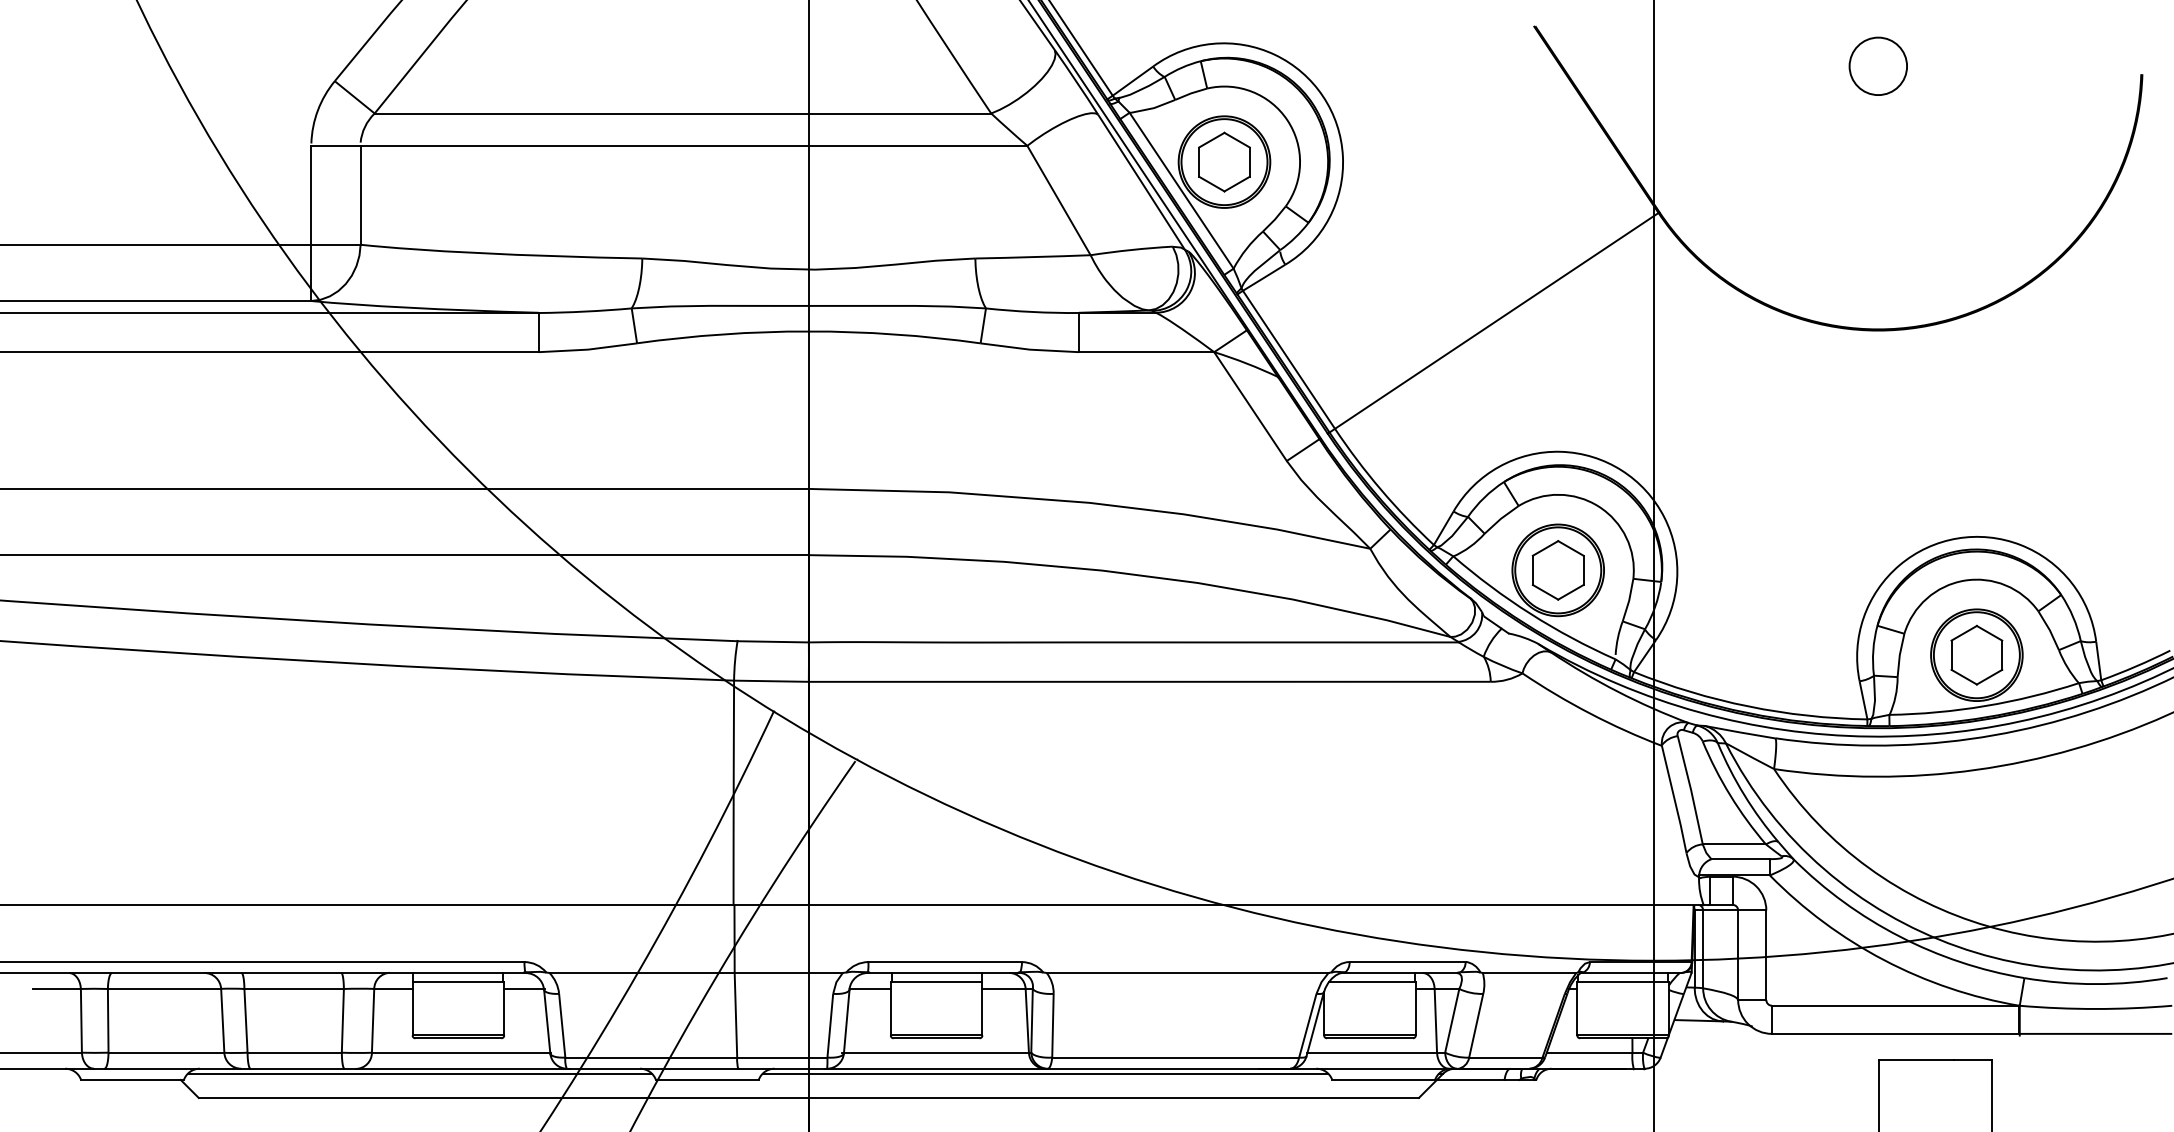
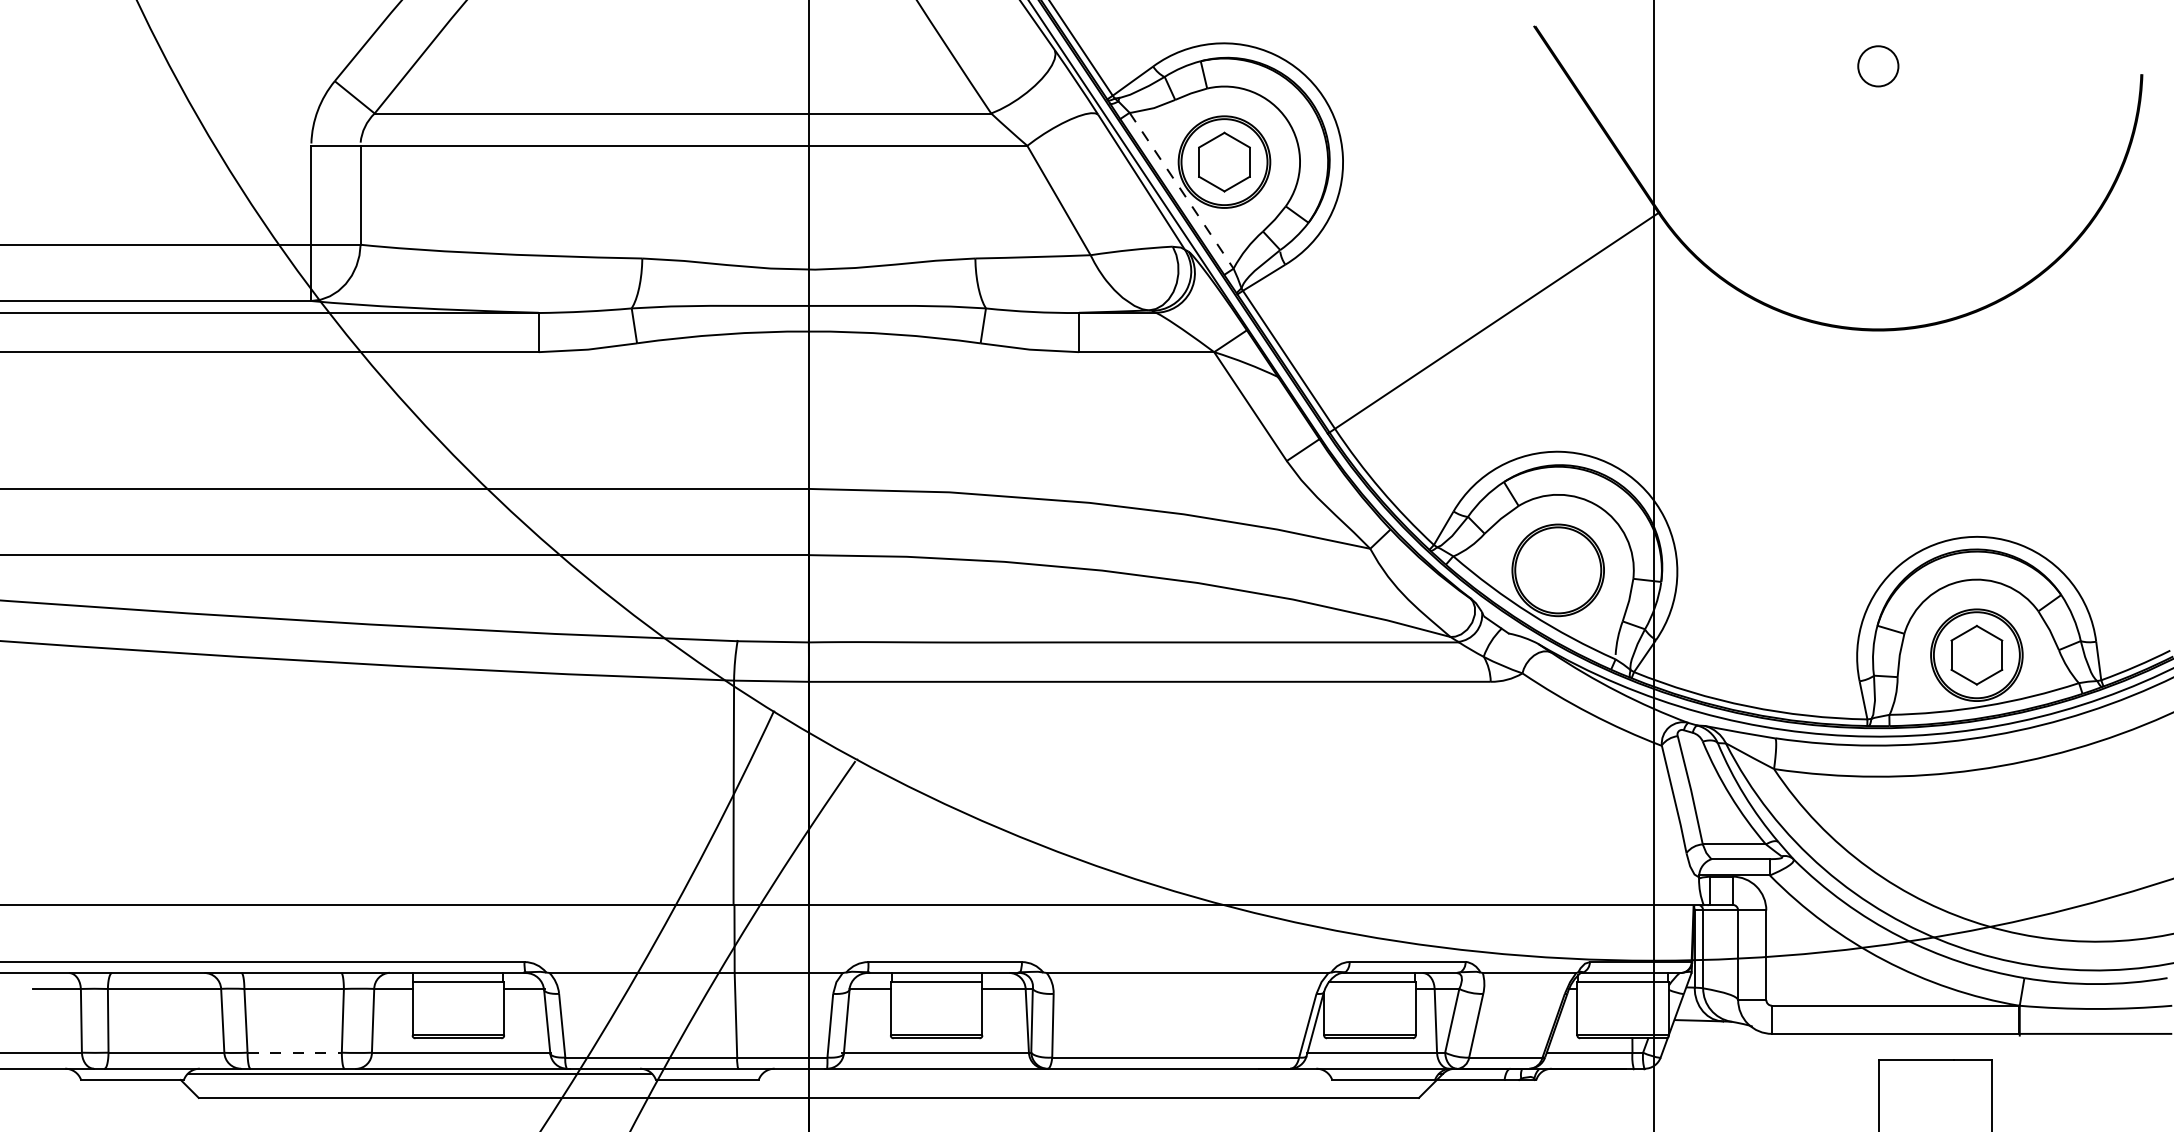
circle at (1878, 66) diameter: 57 px -> 40 px
line at (1181, 190): solid -> dashed
part at (1557, 570): present -> none
line at (295, 1052): solid -> dashed
line at (1045, 1073): present -> none
